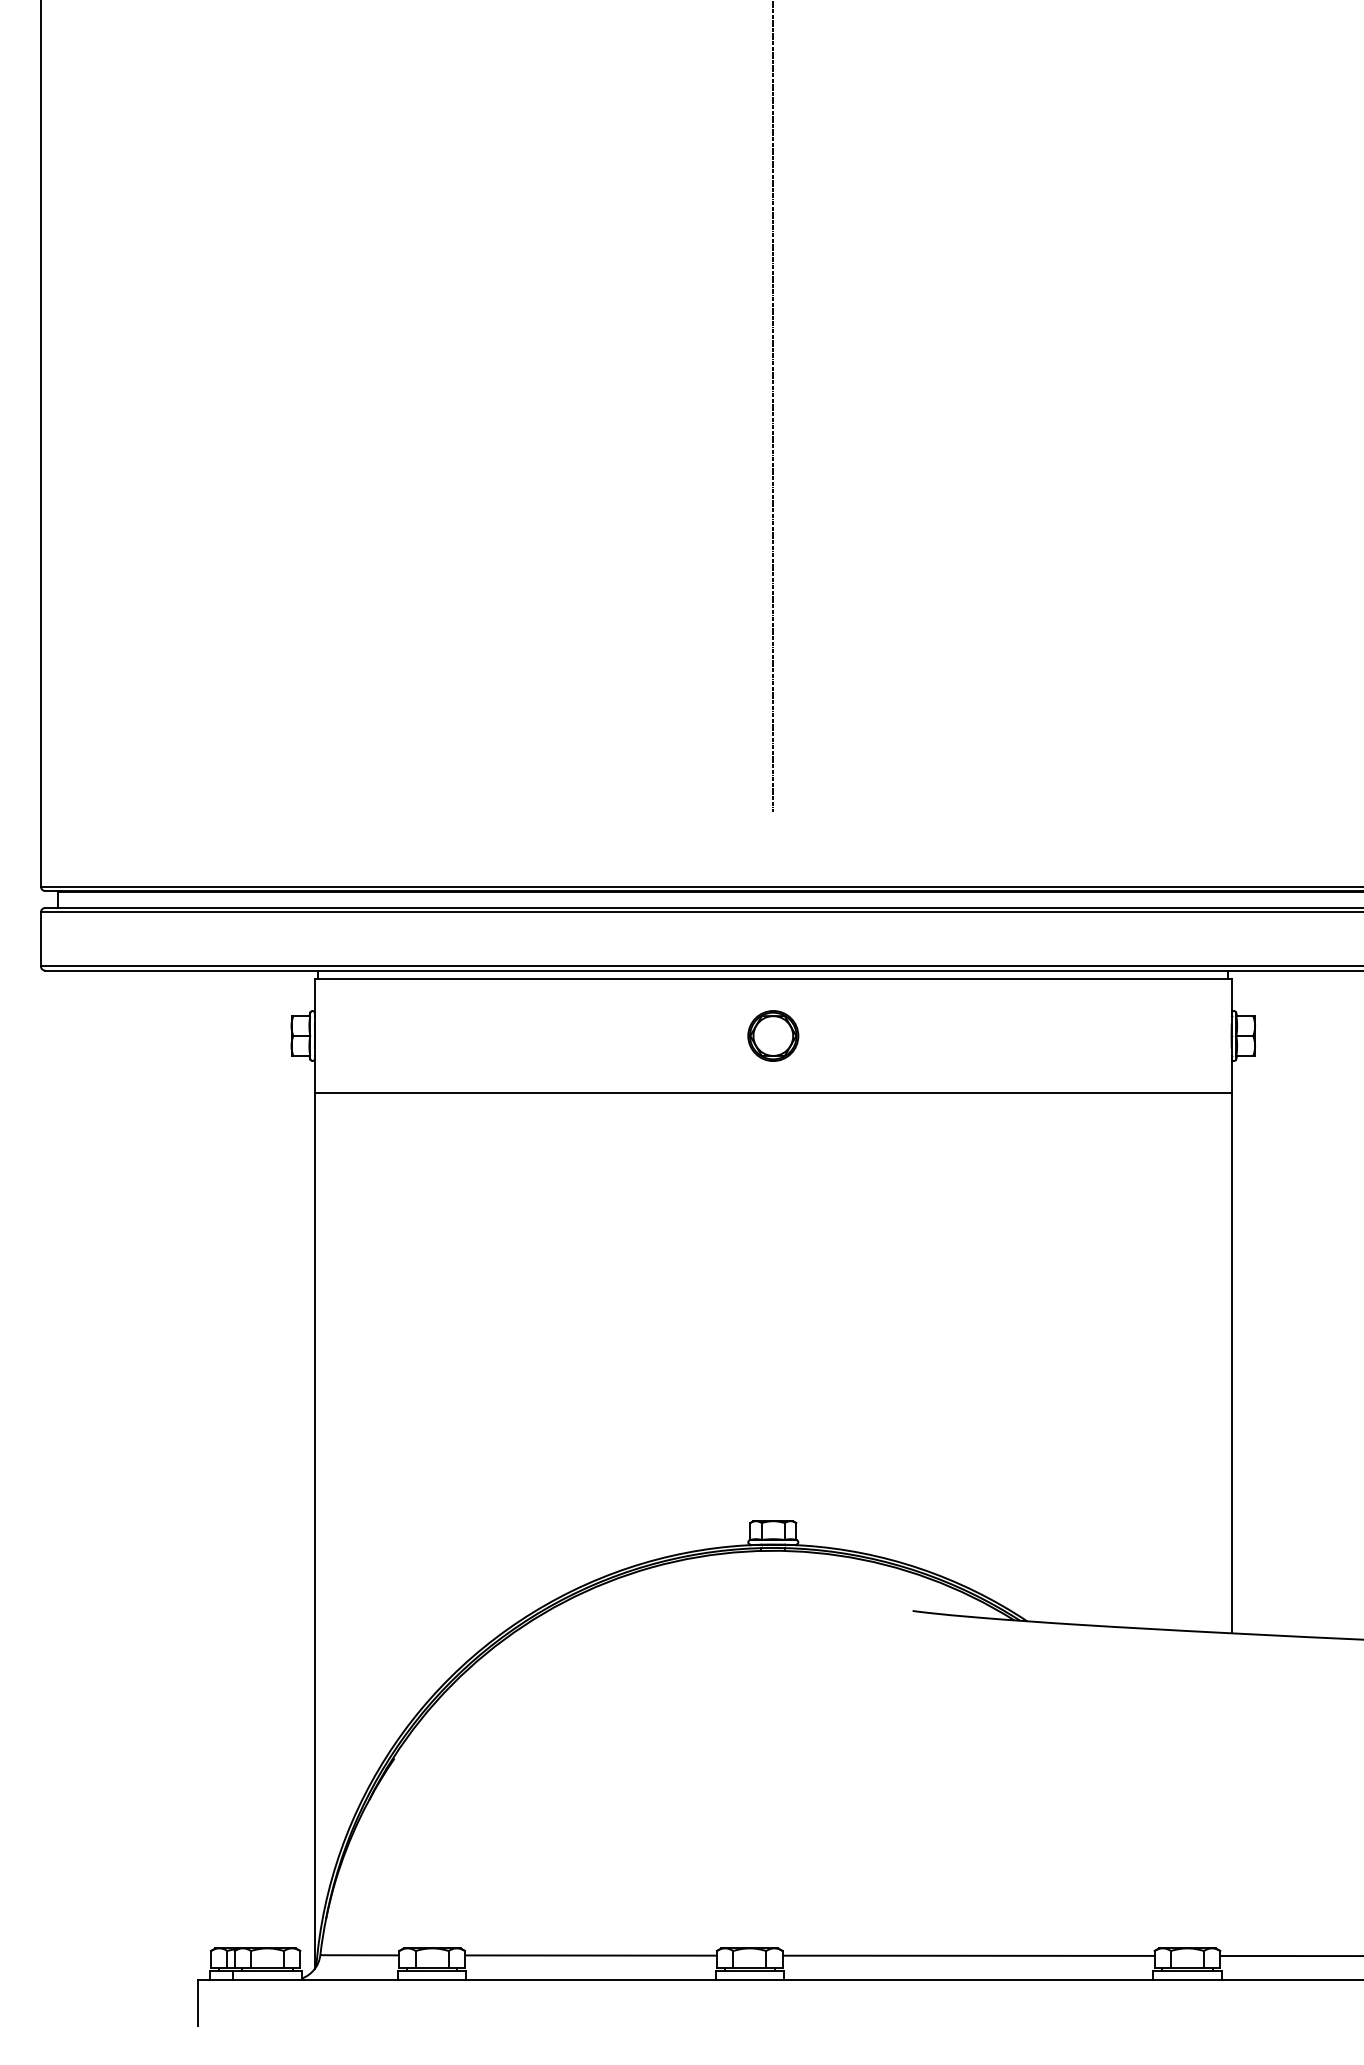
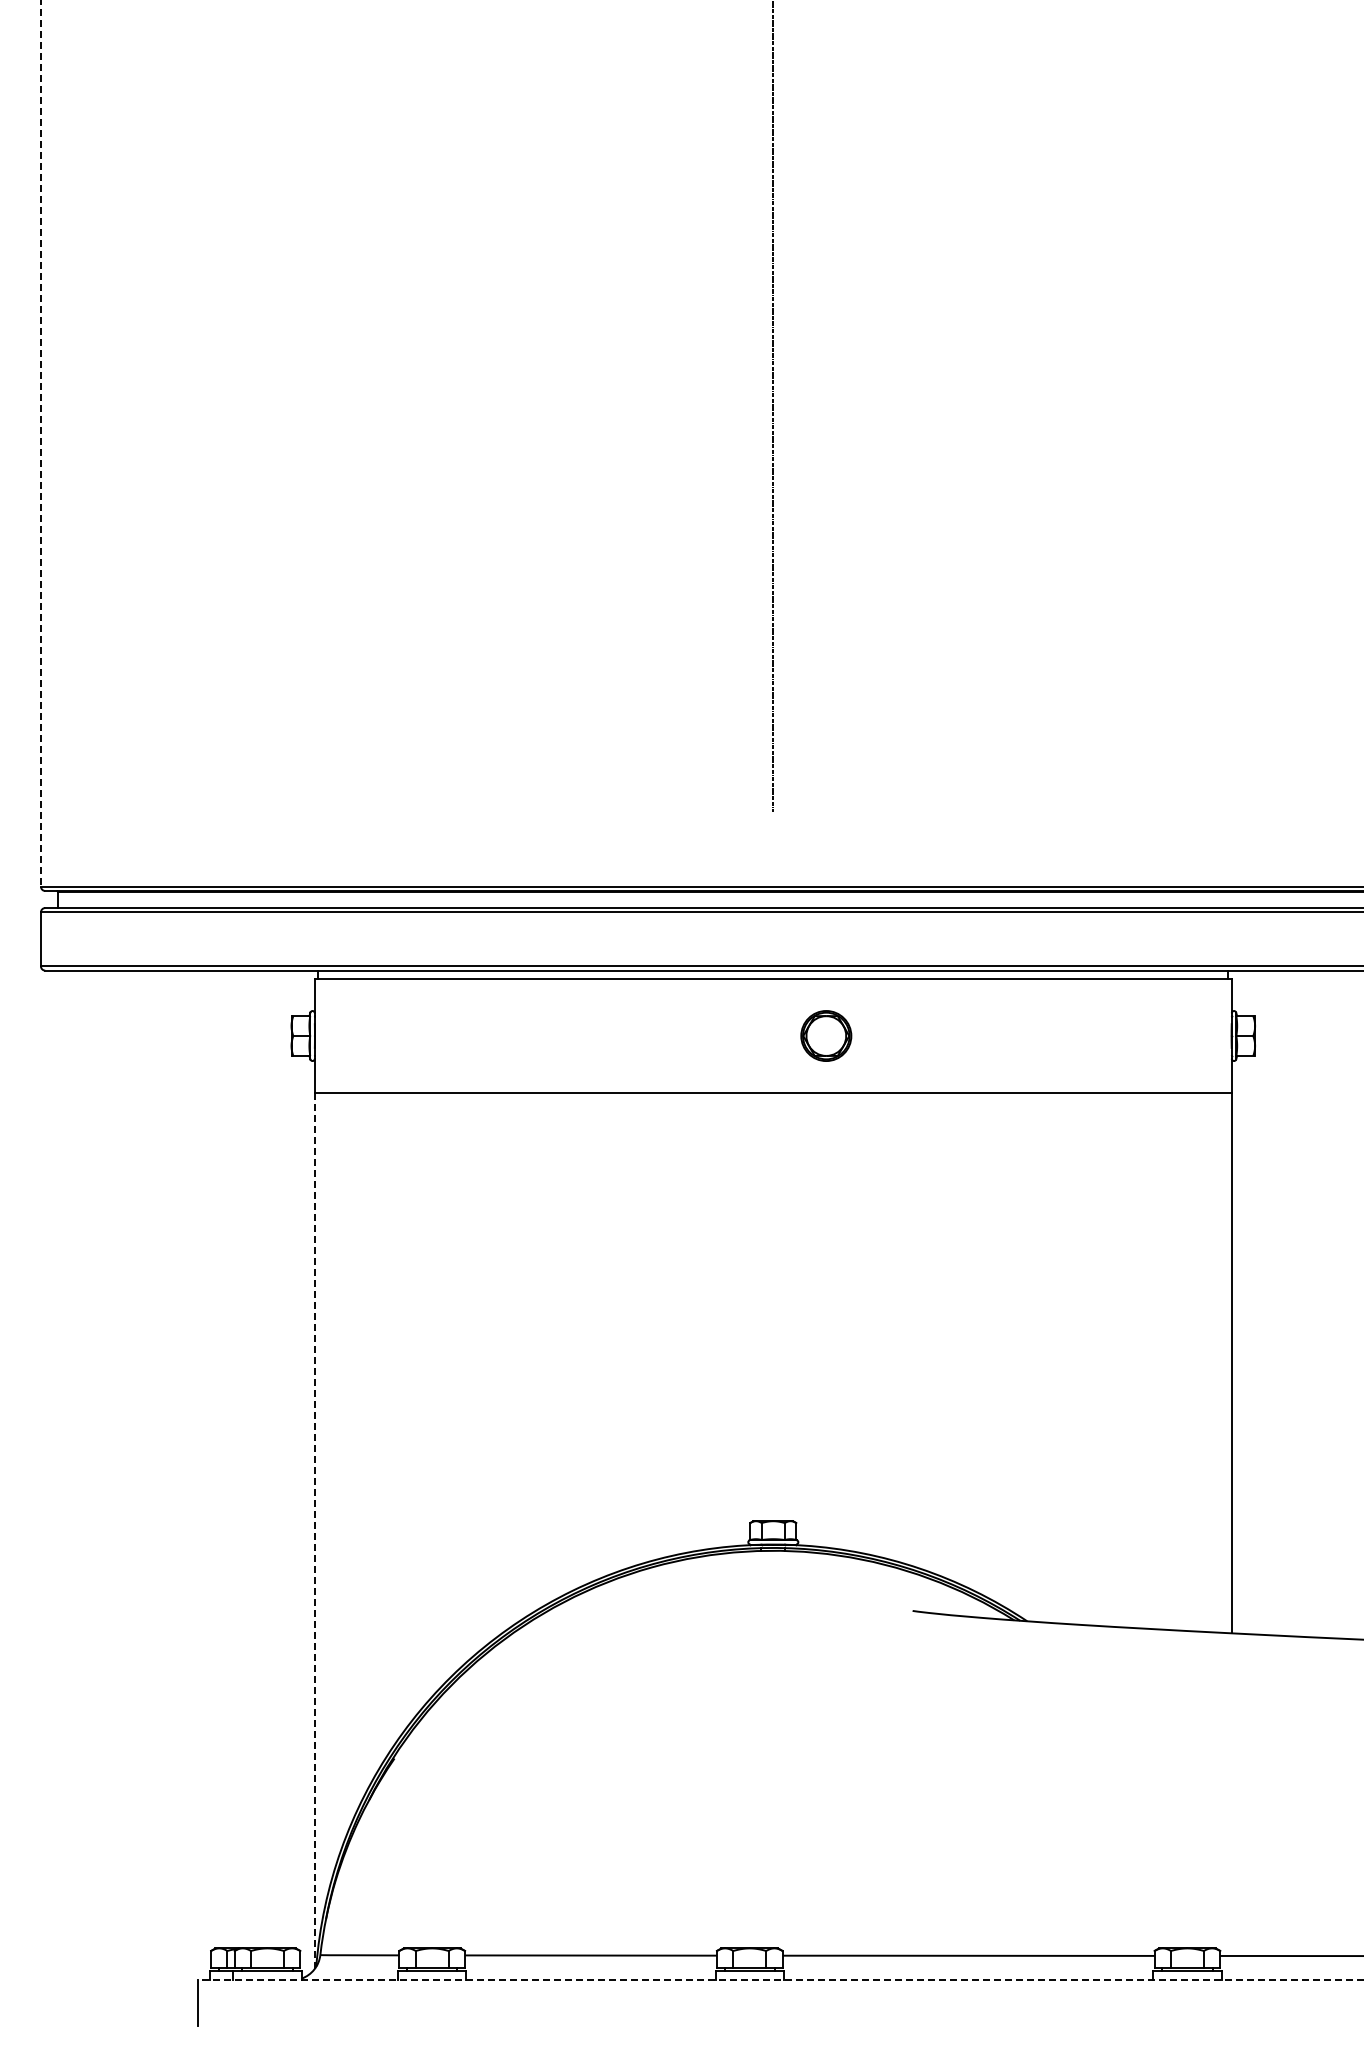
line at (40, 443): solid -> dashed
part at (773, 1035) position: (773, 1035) -> (826, 1035)
line at (314, 1531): solid -> dashed
line at (780, 1980): solid -> dashed
